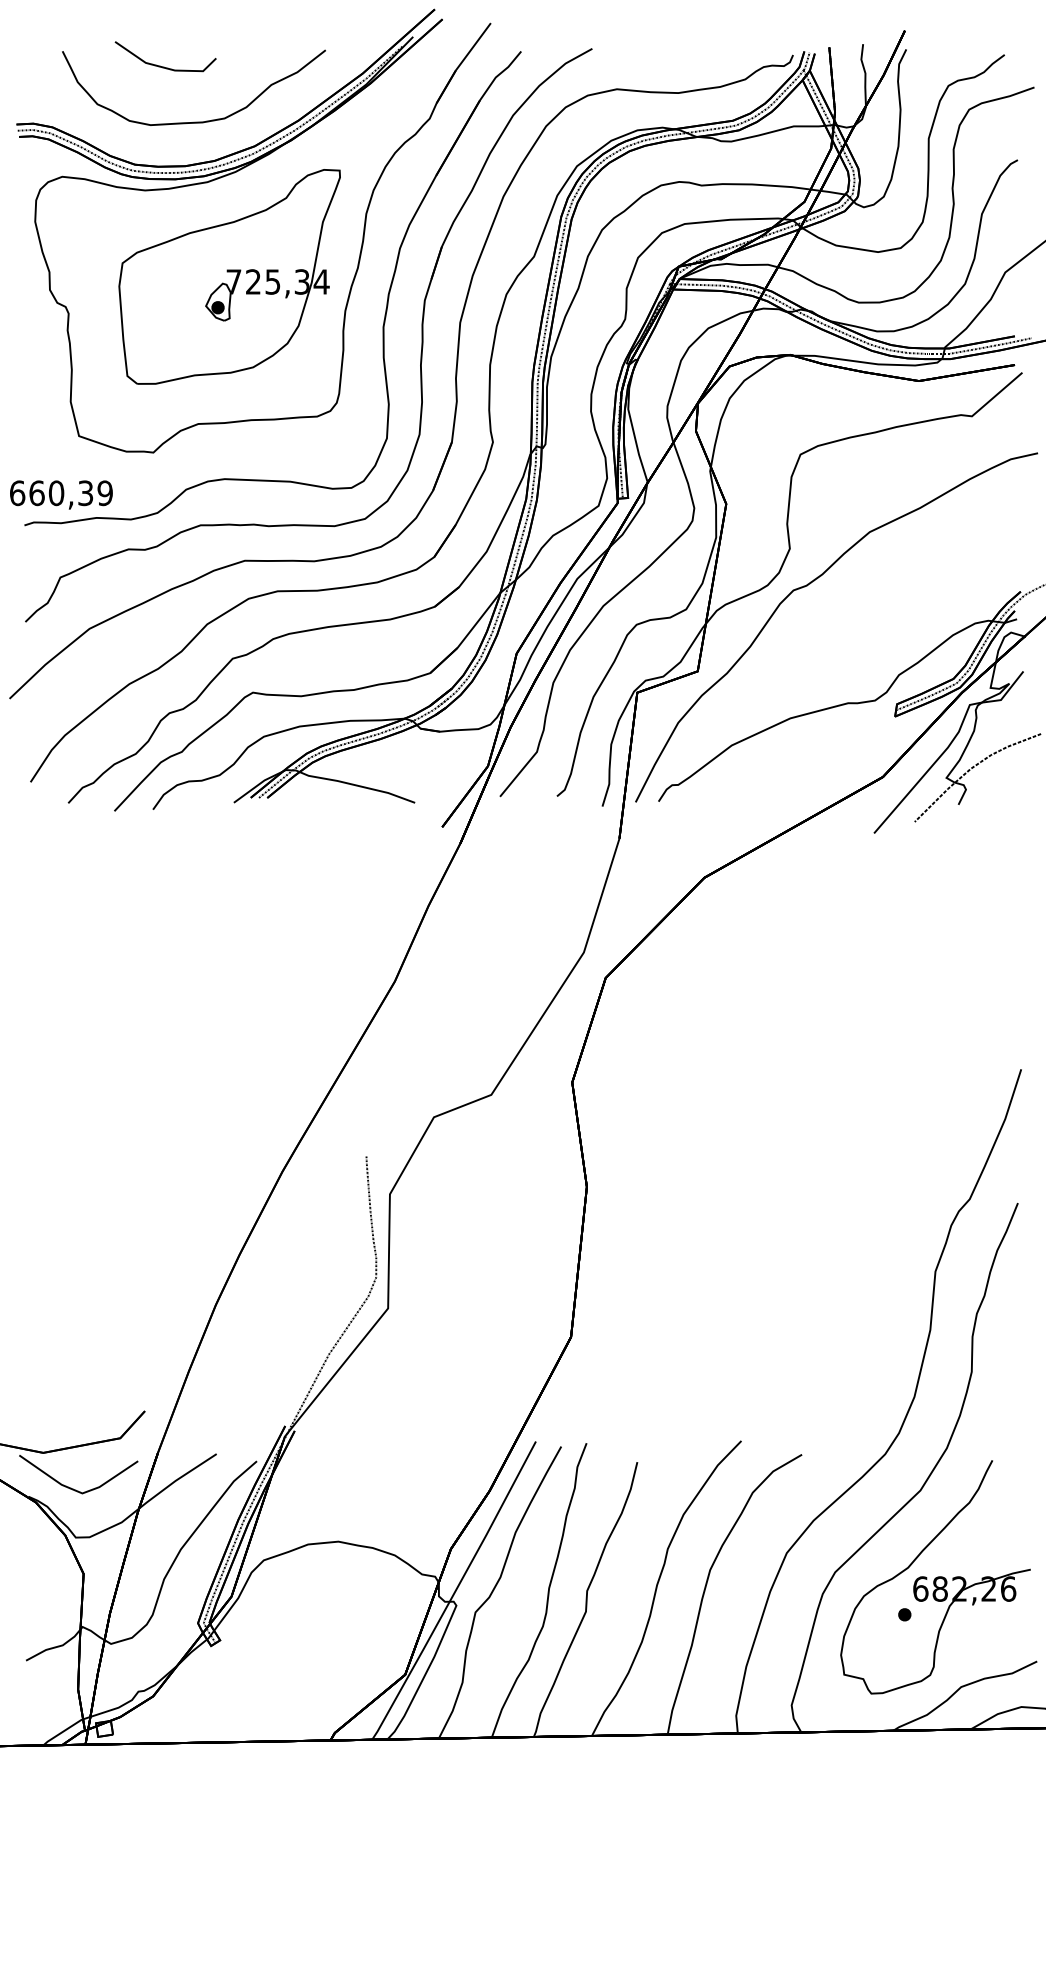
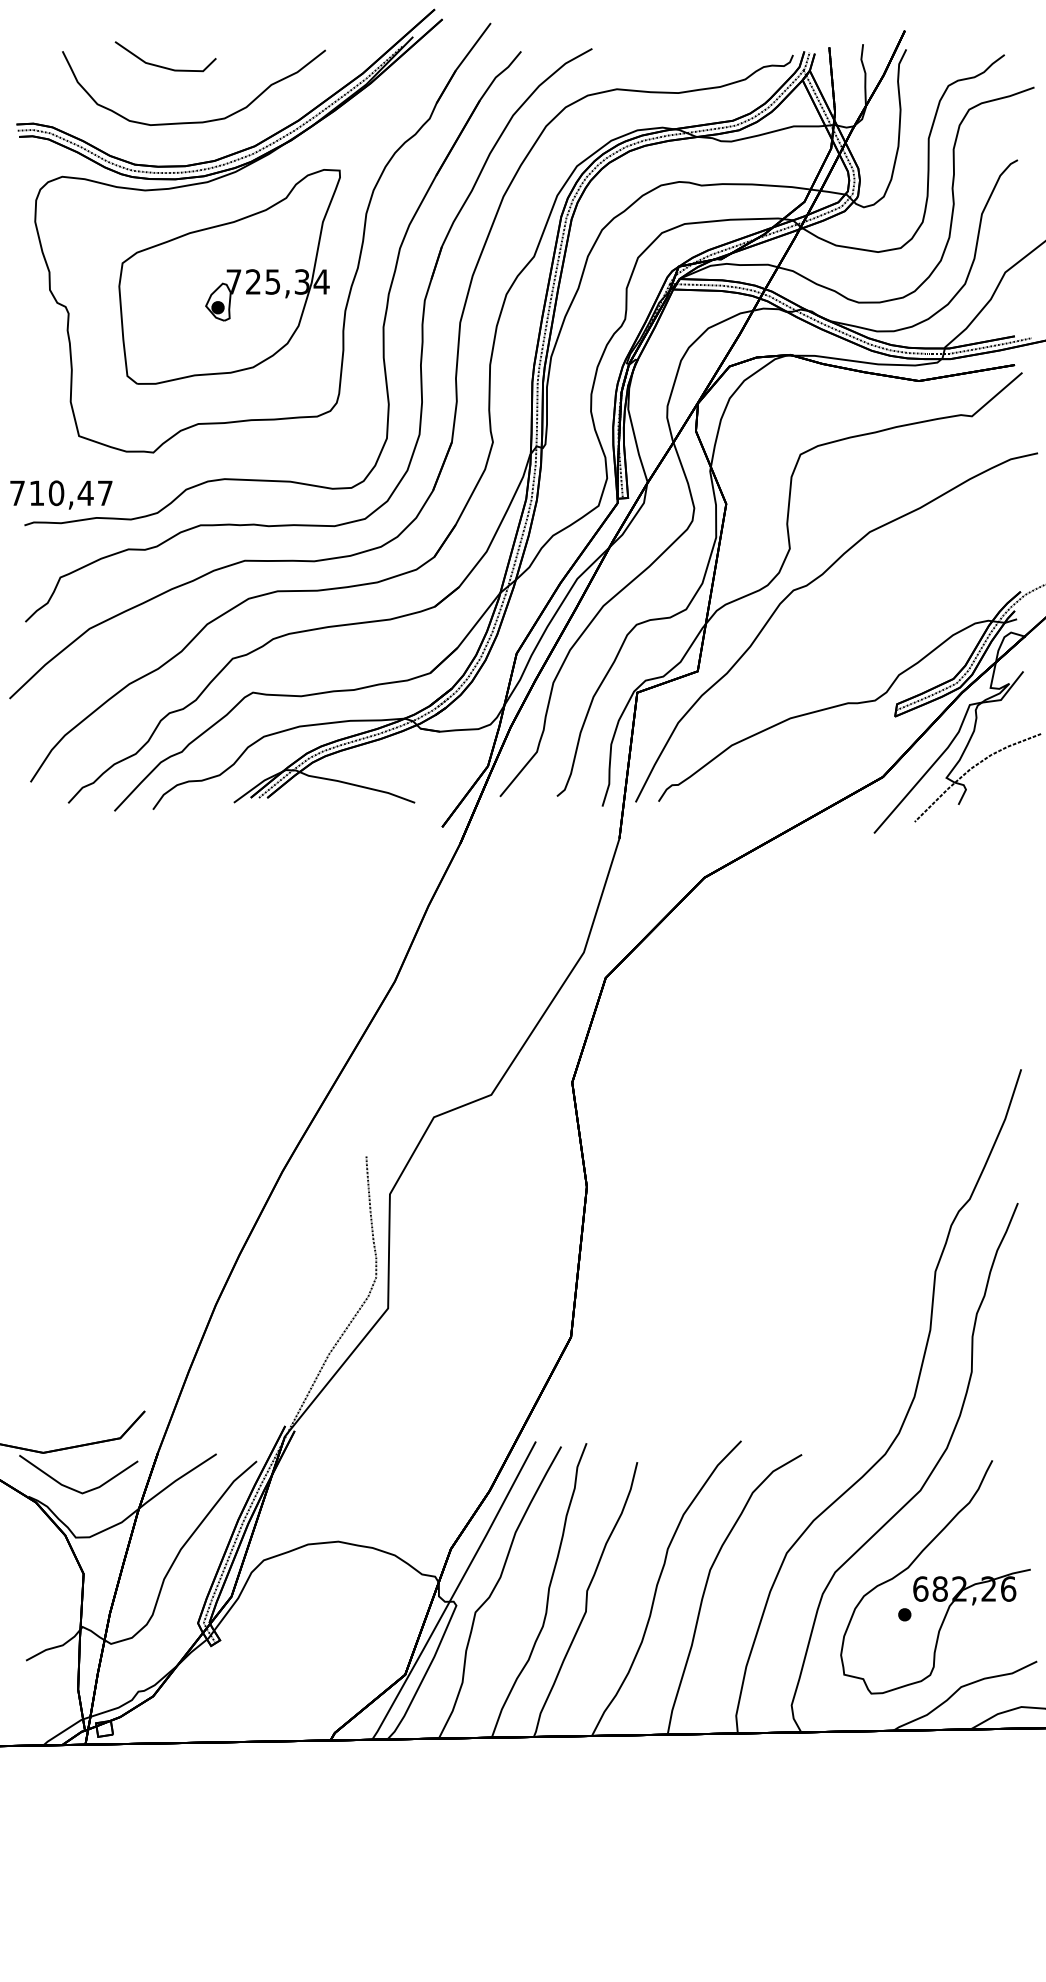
text at (61, 493): 660,39 -> 710,47
